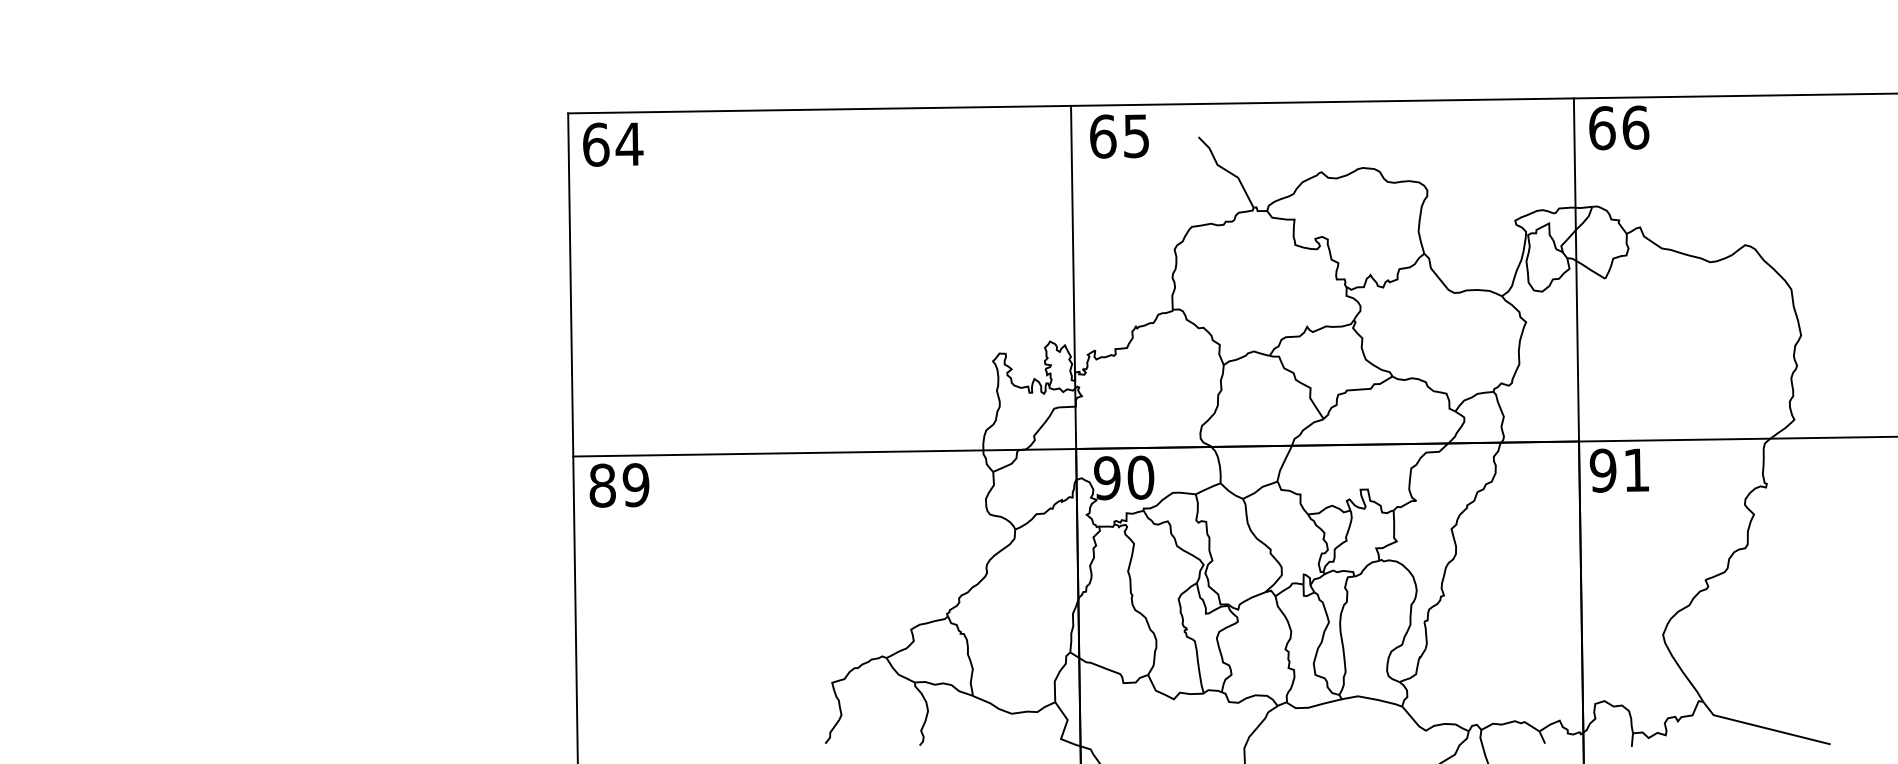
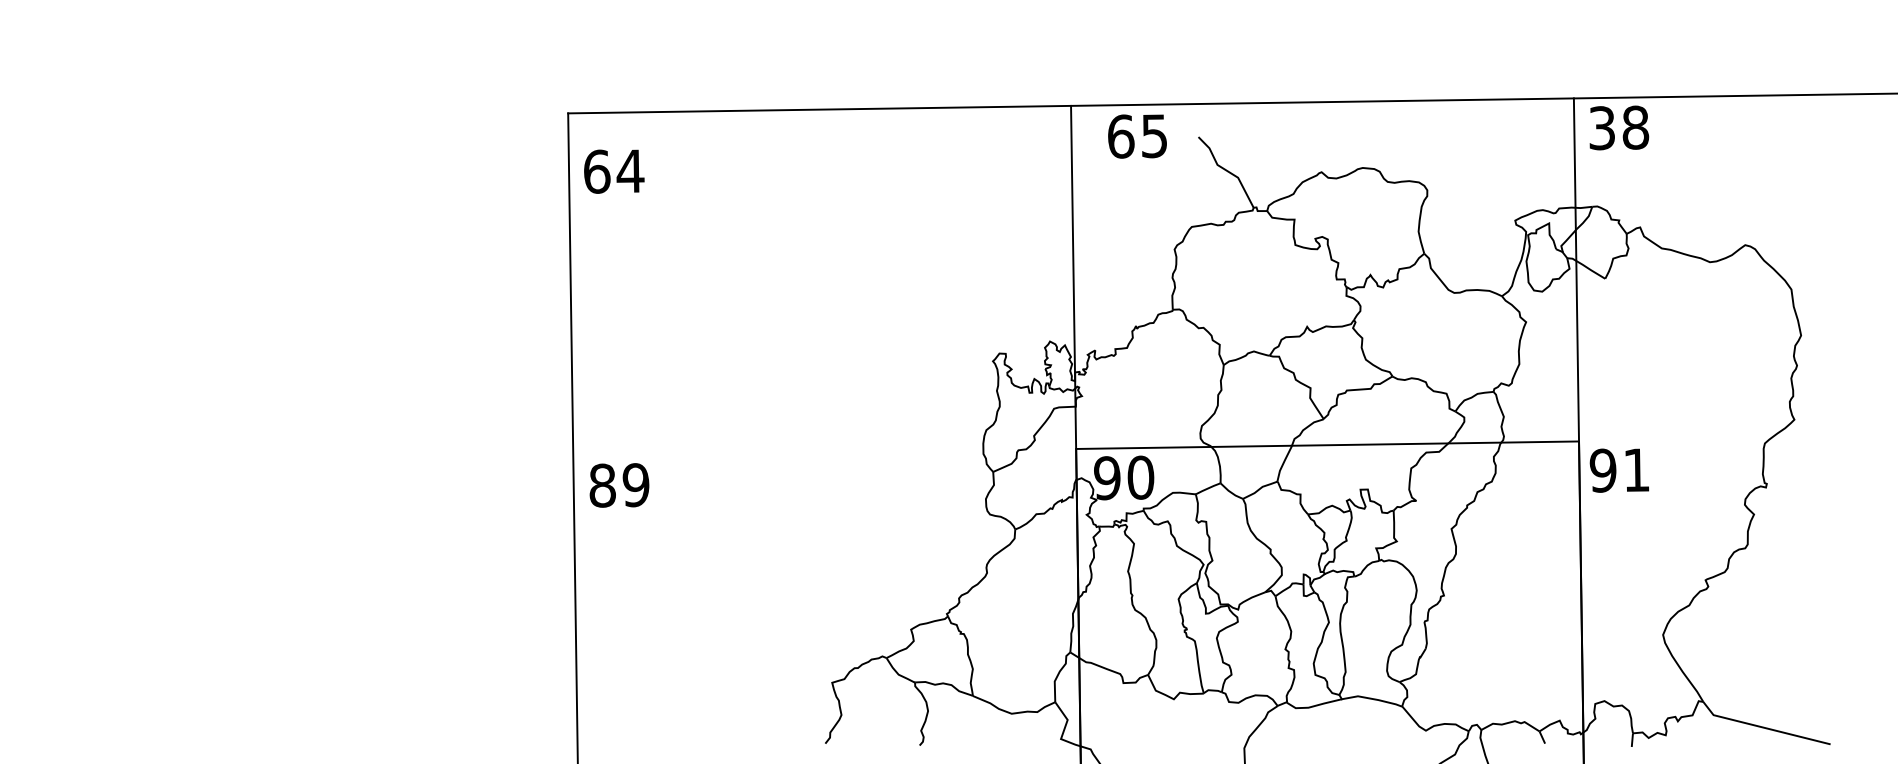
text at (1619, 127): 66 -> 38
text at (1119, 136) position: (1119, 136) -> (1137, 136)
text at (613, 144) position: (613, 144) -> (614, 171)
line at (1233, 446): present -> none
